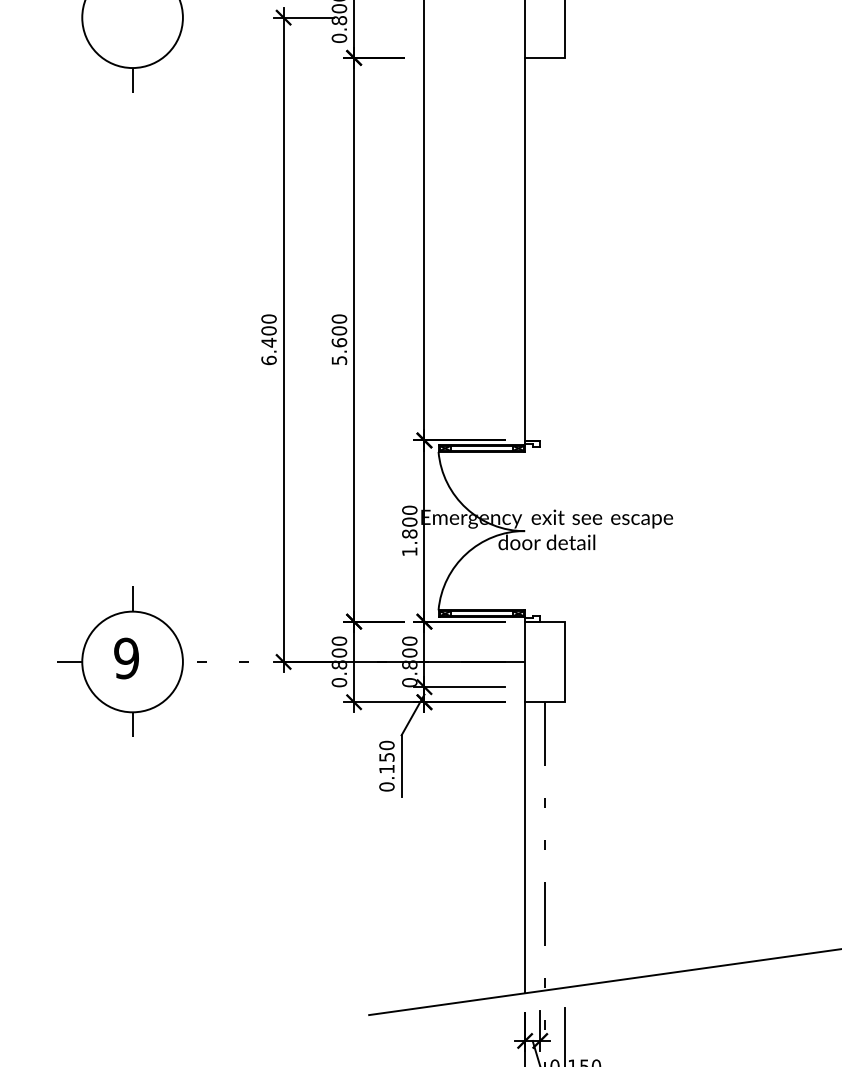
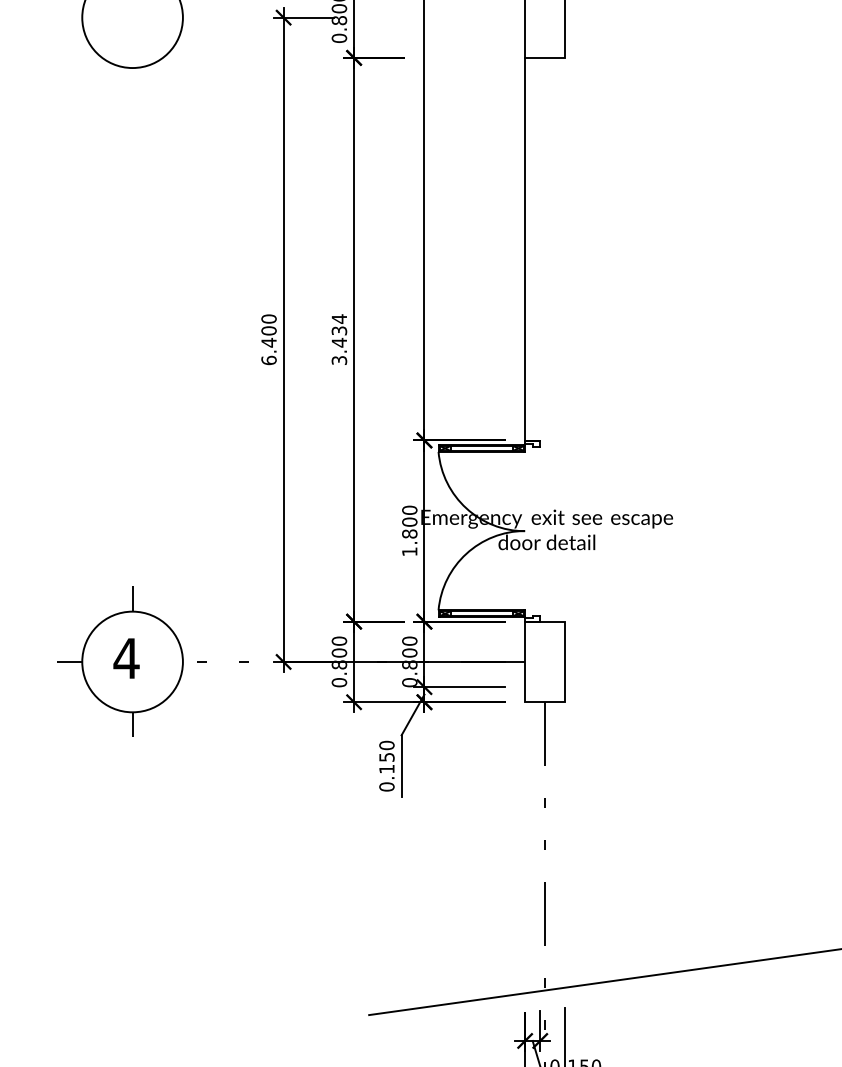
line at (132, 80): present -> none
text at (339, 339): 5.600 -> 3.434
text at (126, 658): 9 -> 4
line at (525, 847): present -> none
